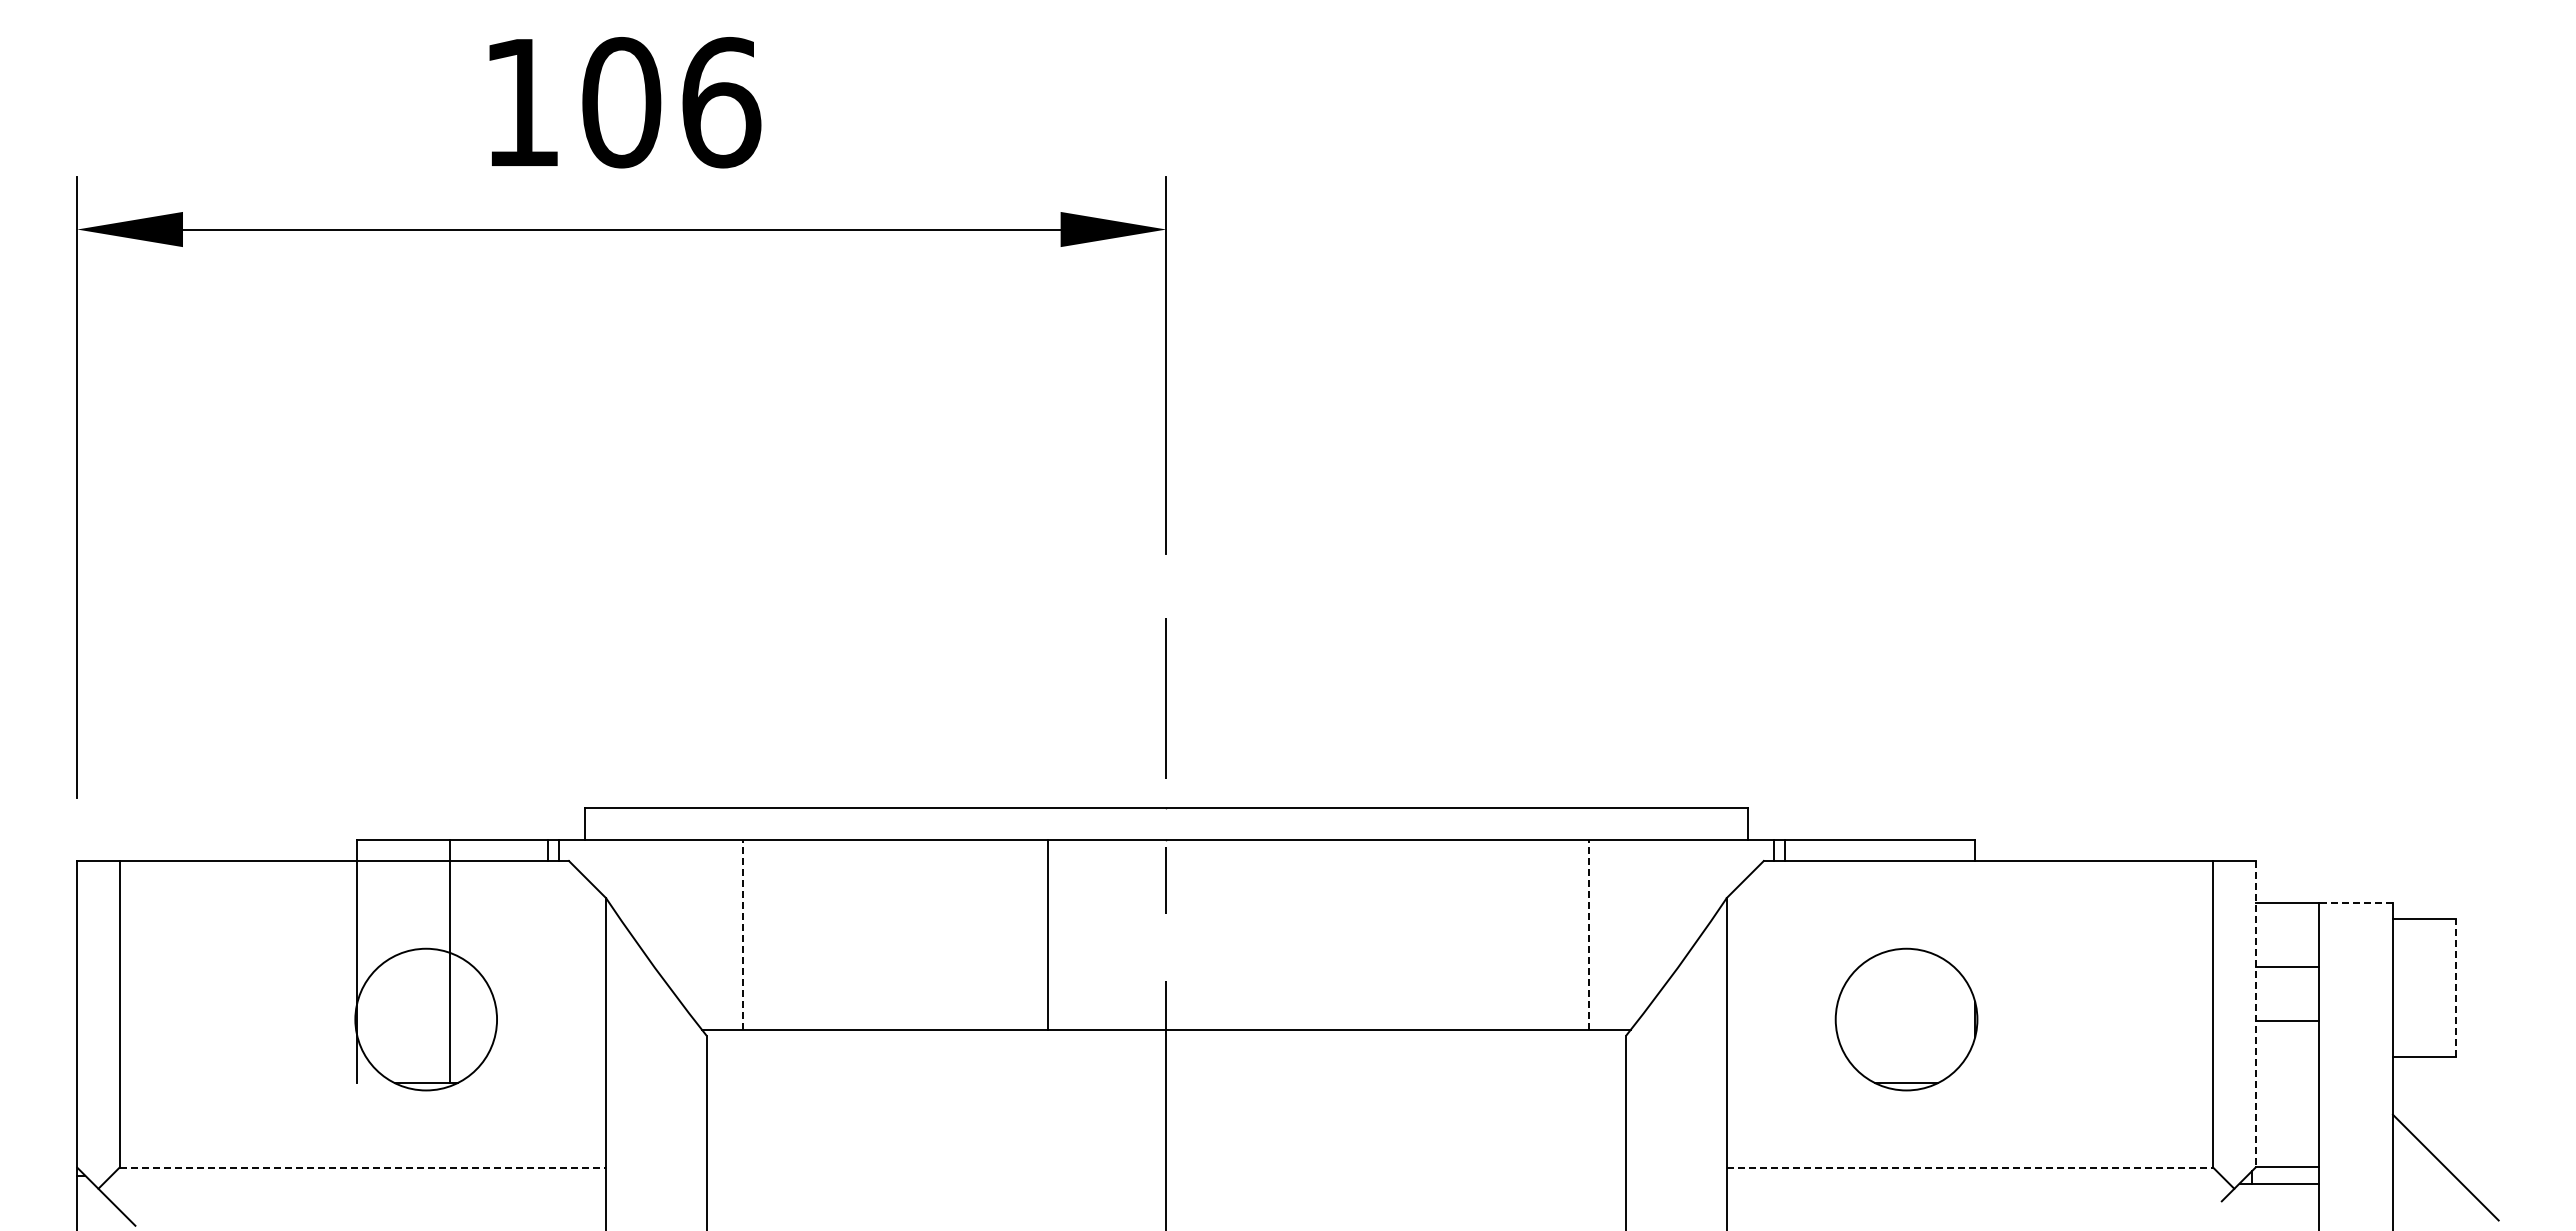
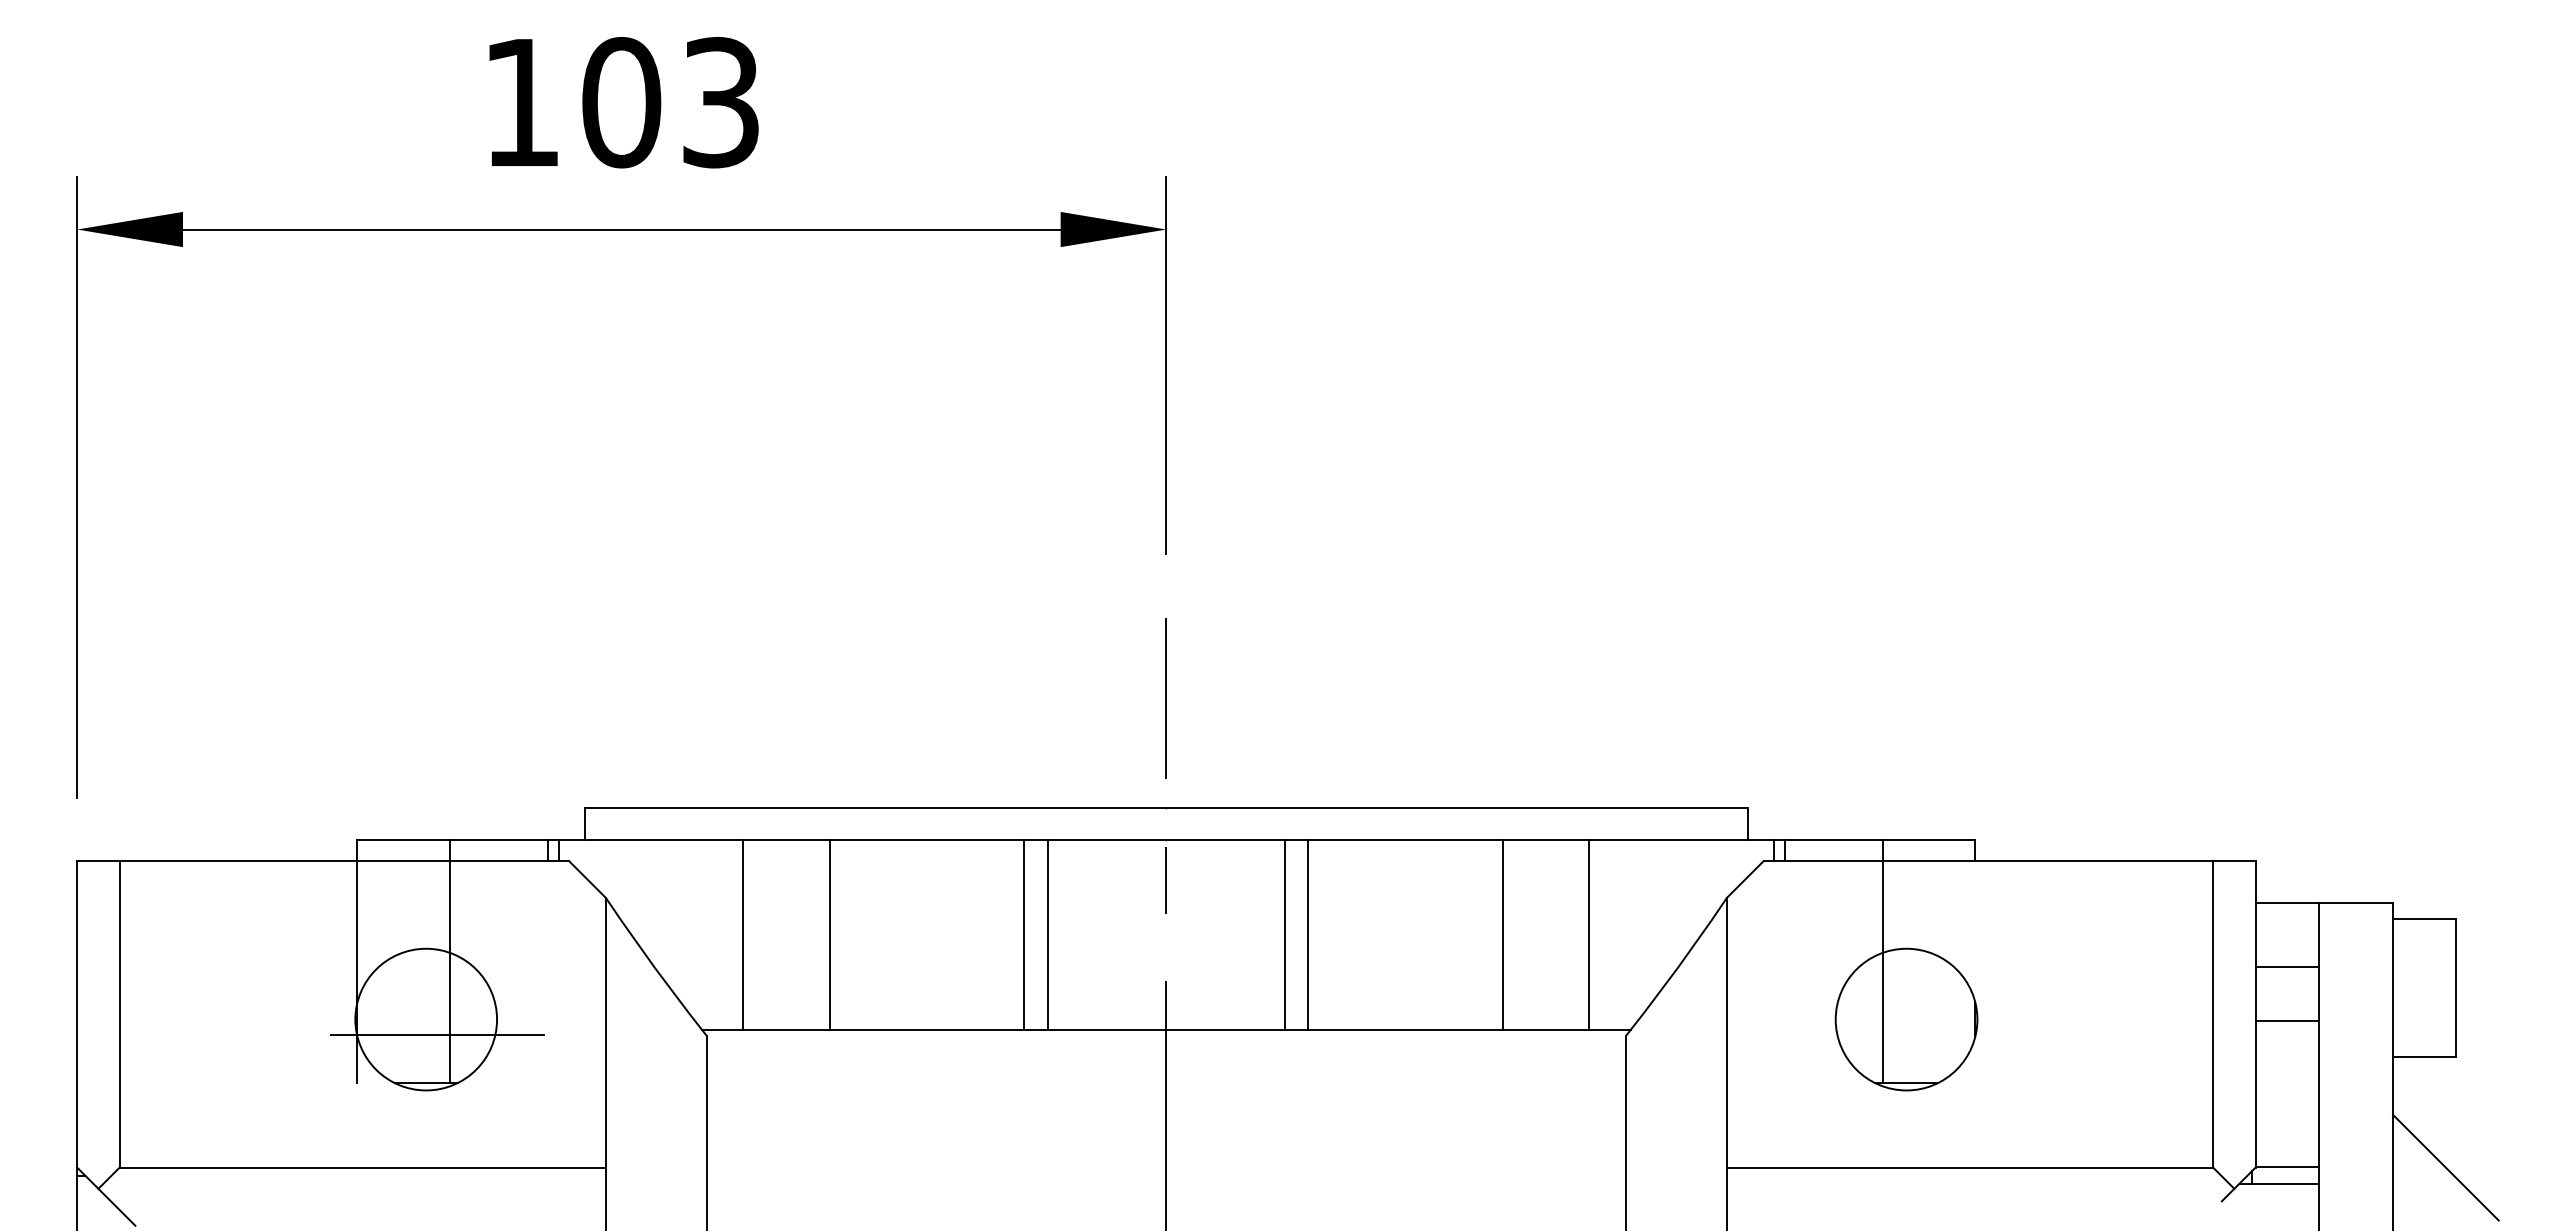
text at (721, 102): 106 -> 103
line at (2355, 903): dashed -> solid
line at (743, 934): dashed -> solid
line at (829, 934): none -> present
line at (1024, 934): none -> present
line at (1284, 934): none -> present
line at (1308, 934): none -> present
line at (1503, 934): none -> present
line at (1589, 934): dashed -> solid
line at (1882, 961): none -> present
line at (2456, 987): dashed -> solid
line at (2255, 1014): dashed -> solid
line at (437, 1035): none -> present
line at (363, 1167): dashed -> solid
line at (1970, 1167): dashed -> solid
